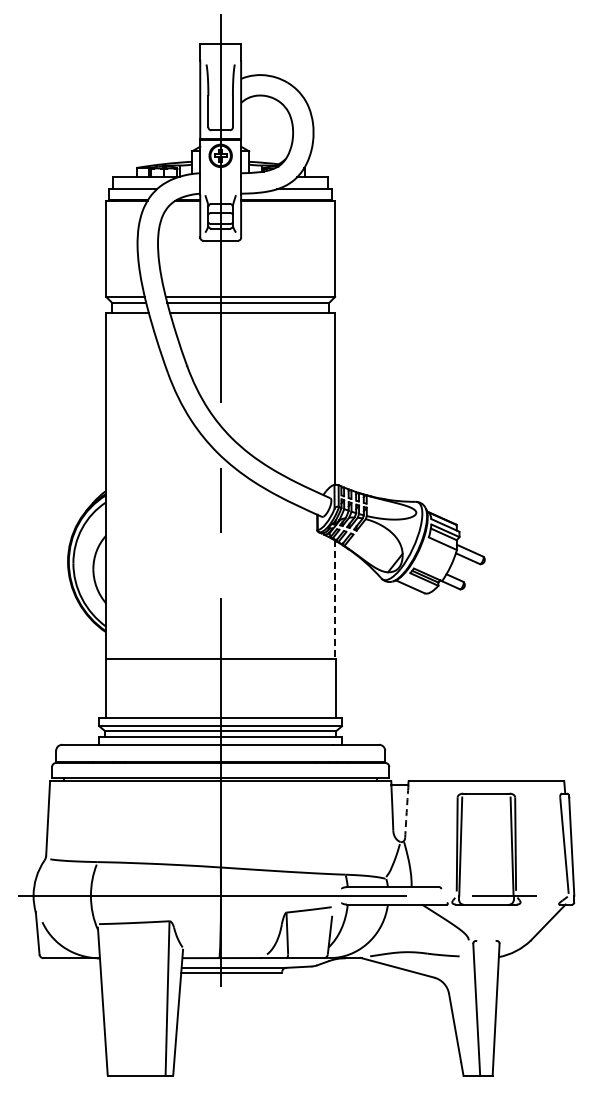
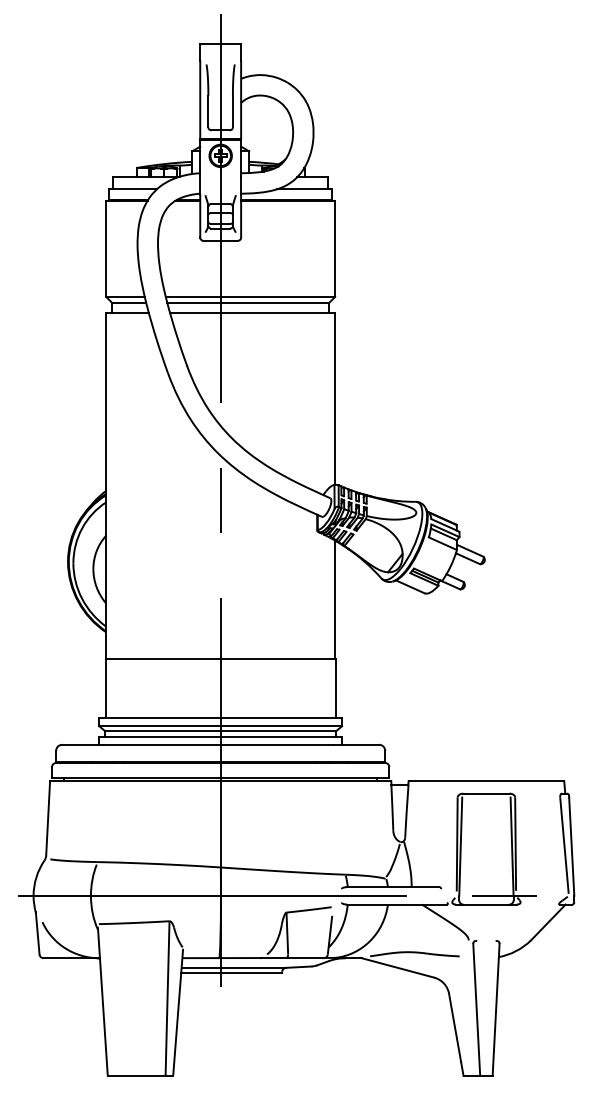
line at (335, 600): dashed -> solid
arc at (406, 812): dashed -> solid
